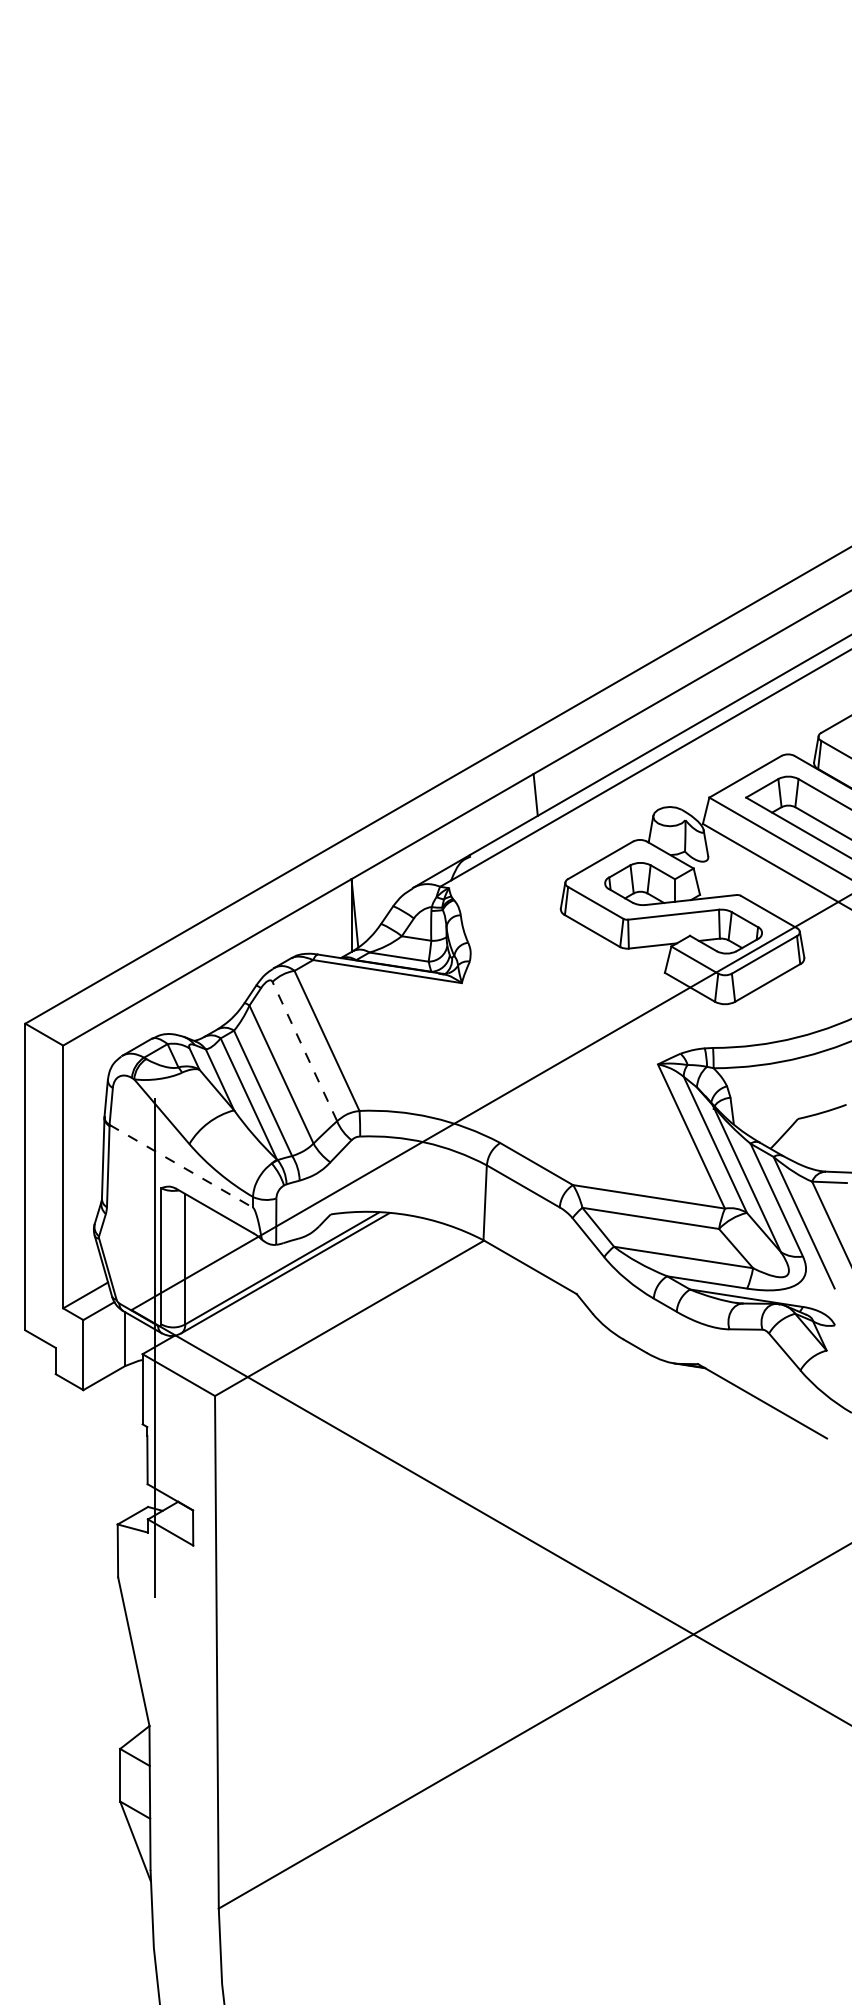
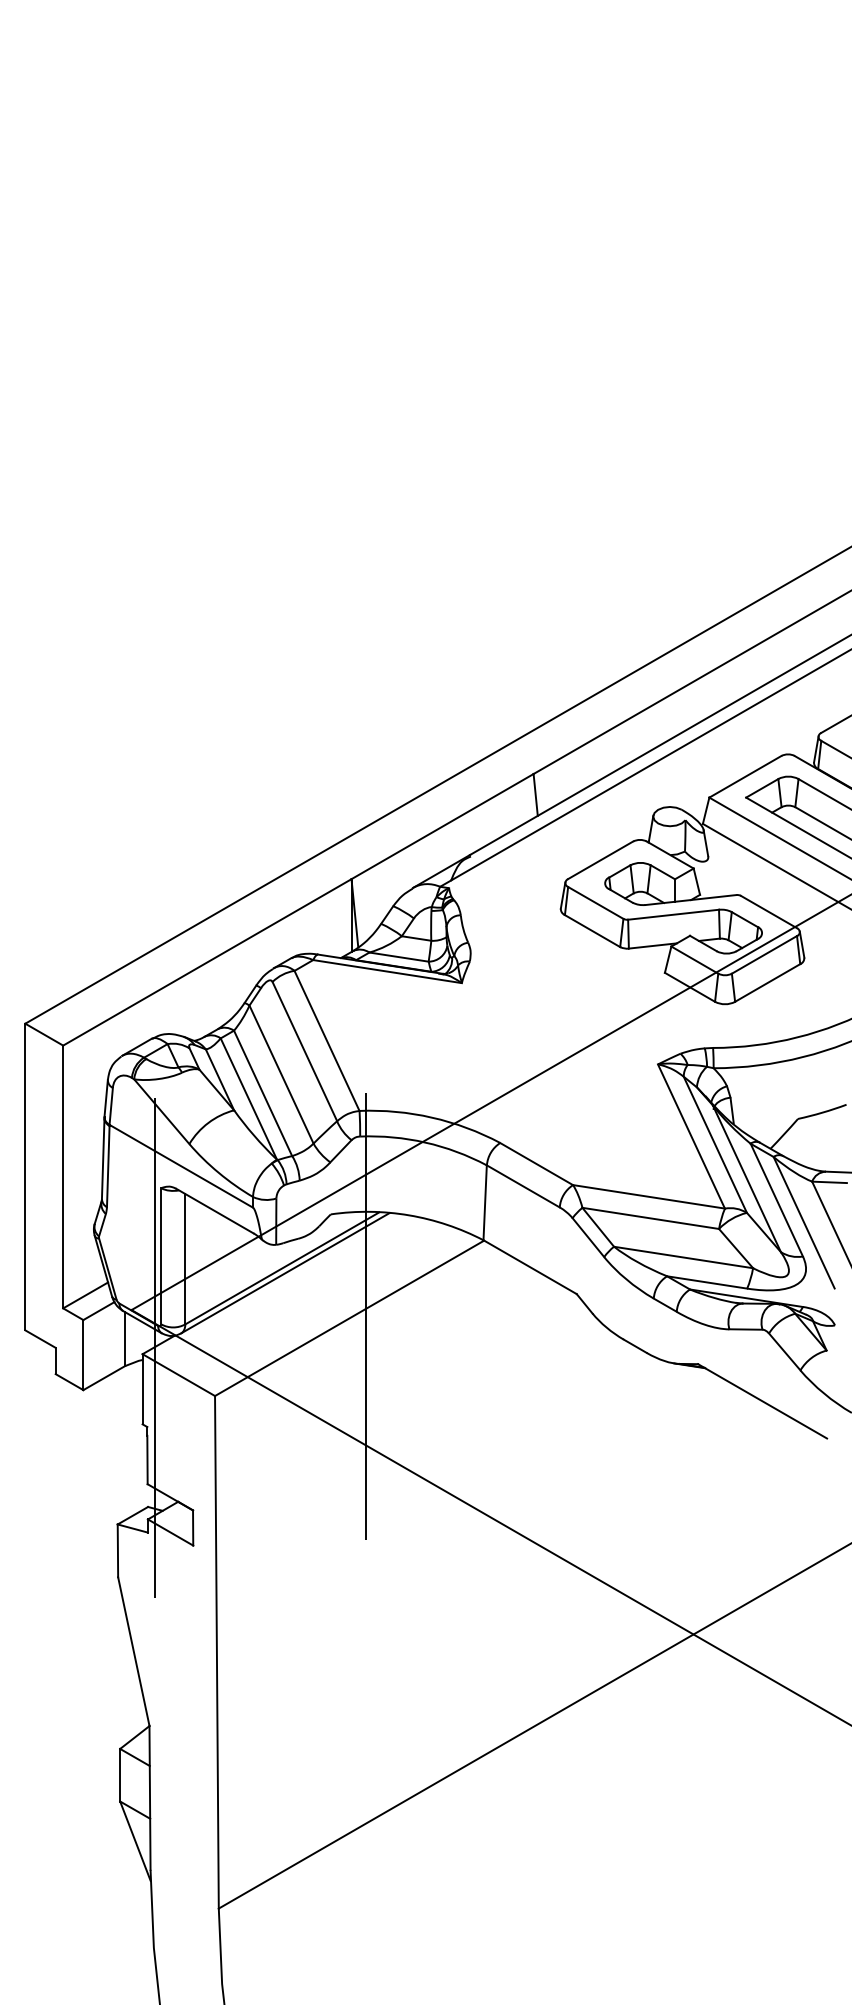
line at (304, 1051): dashed -> solid
line at (181, 1166): dashed -> solid
line at (366, 1316): none -> present
